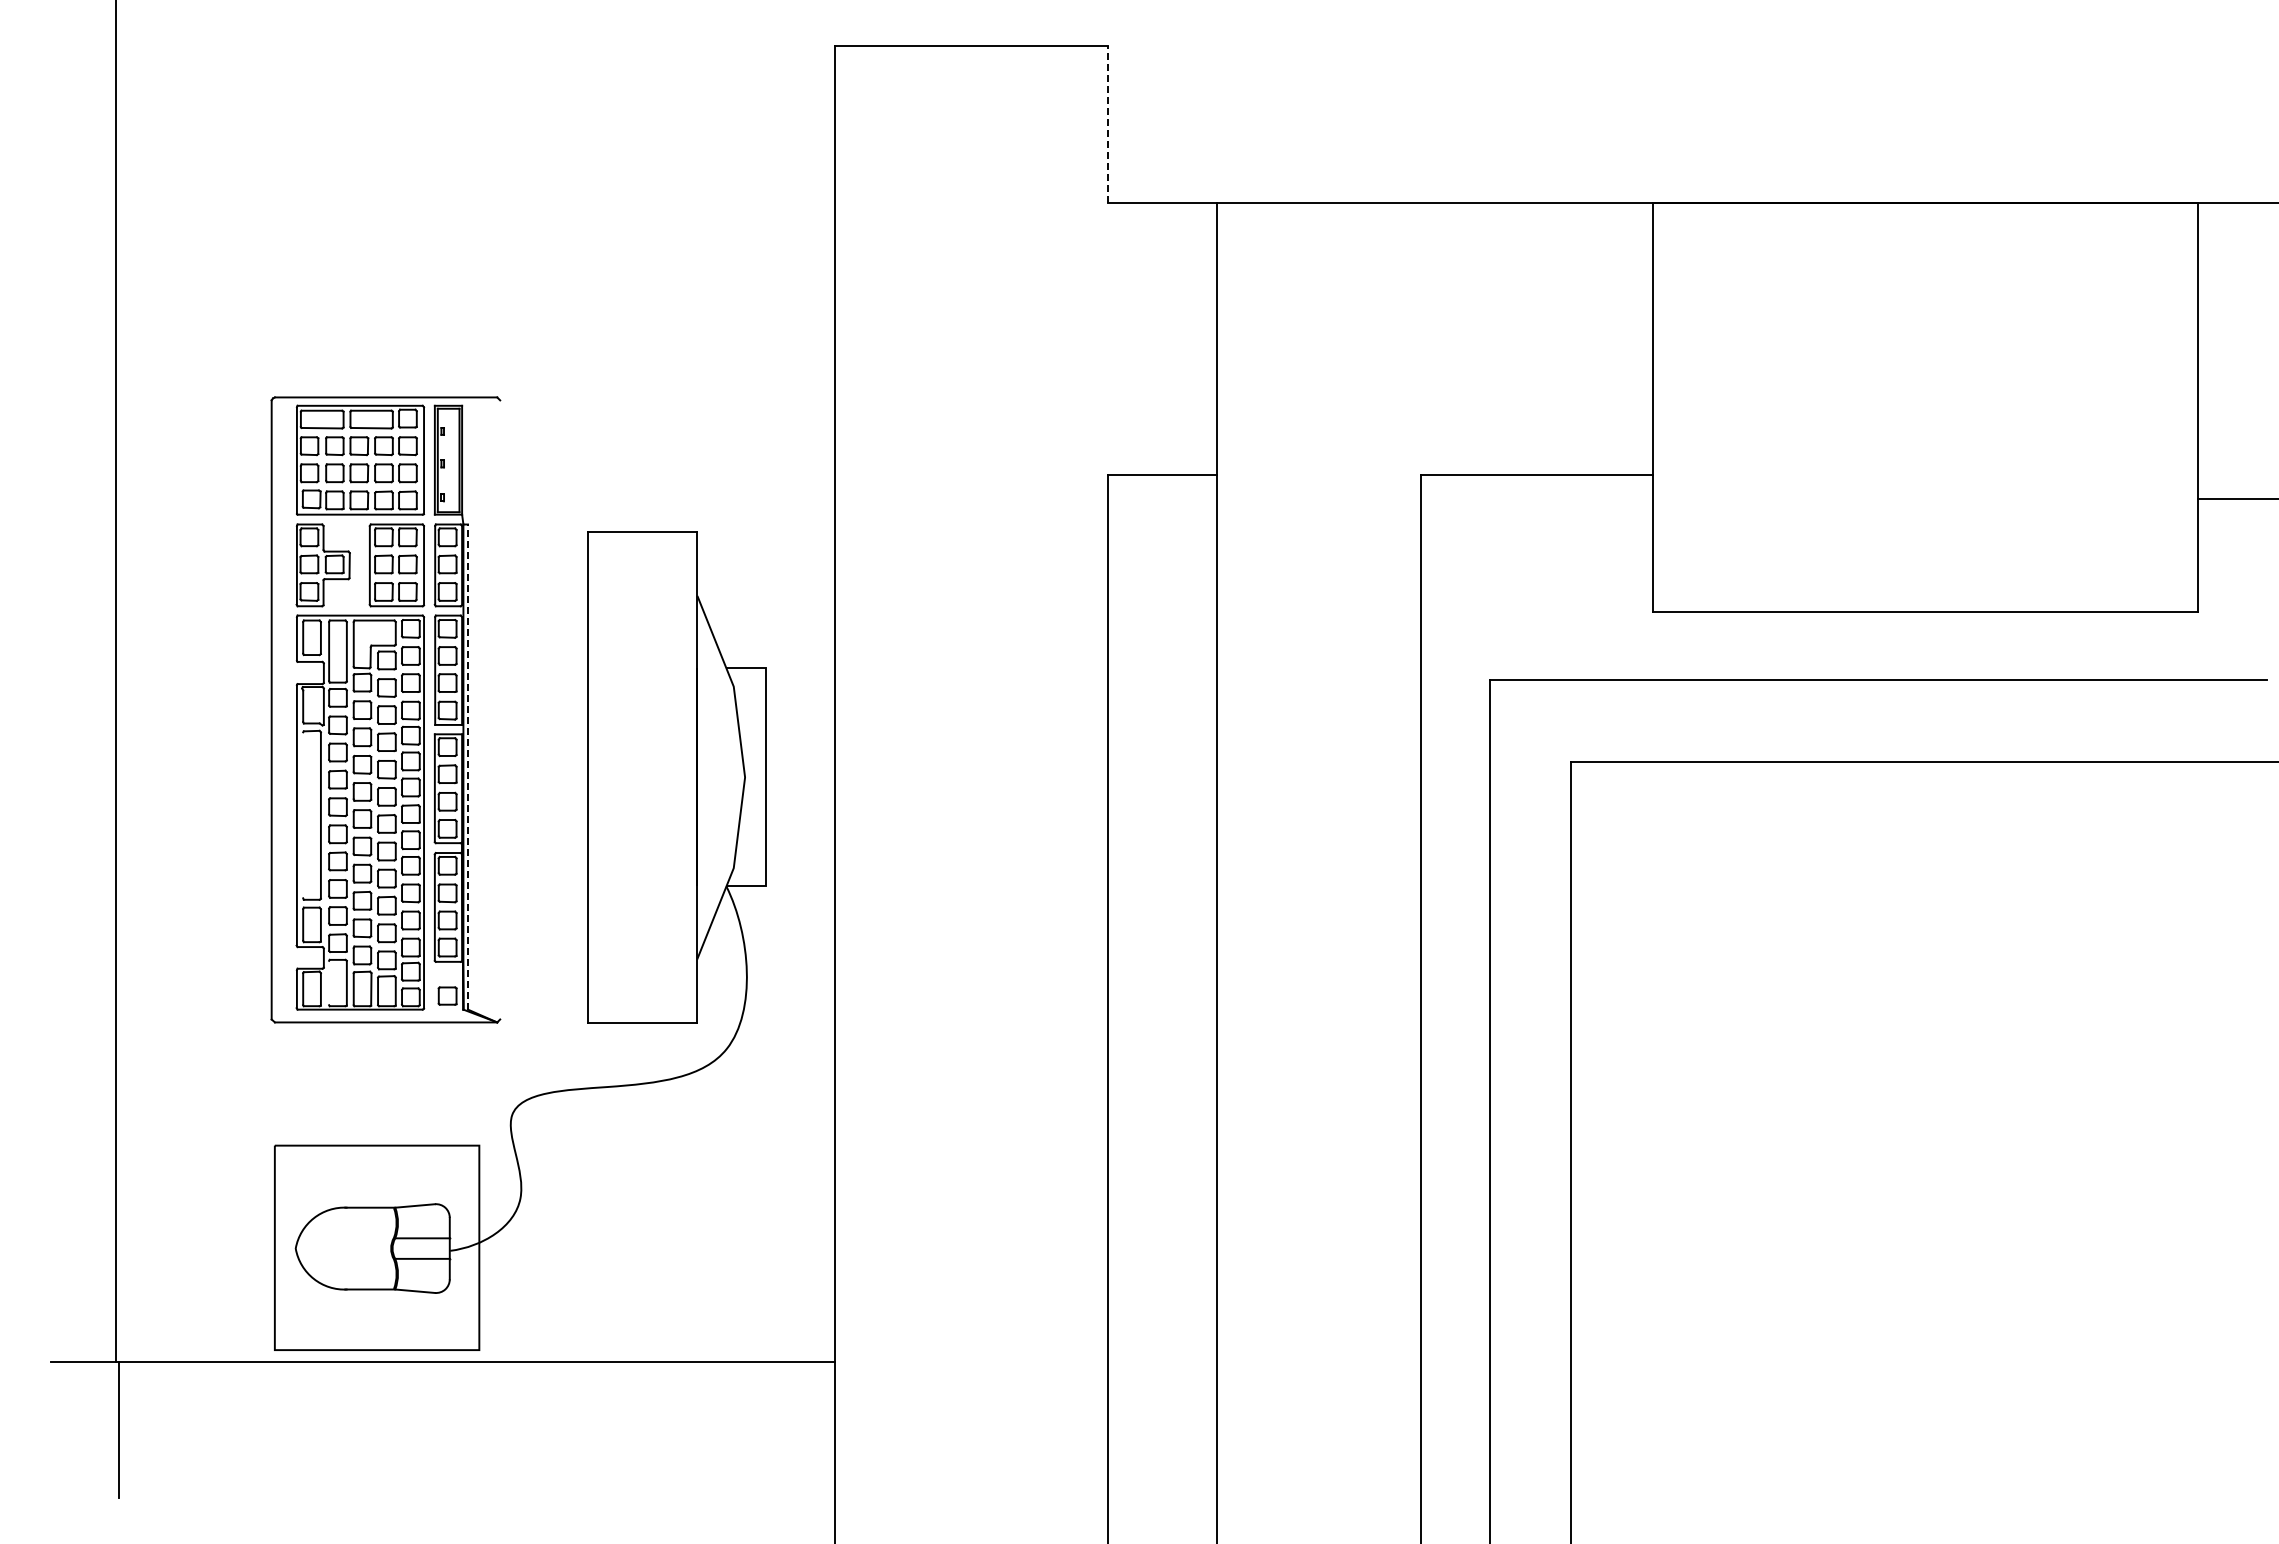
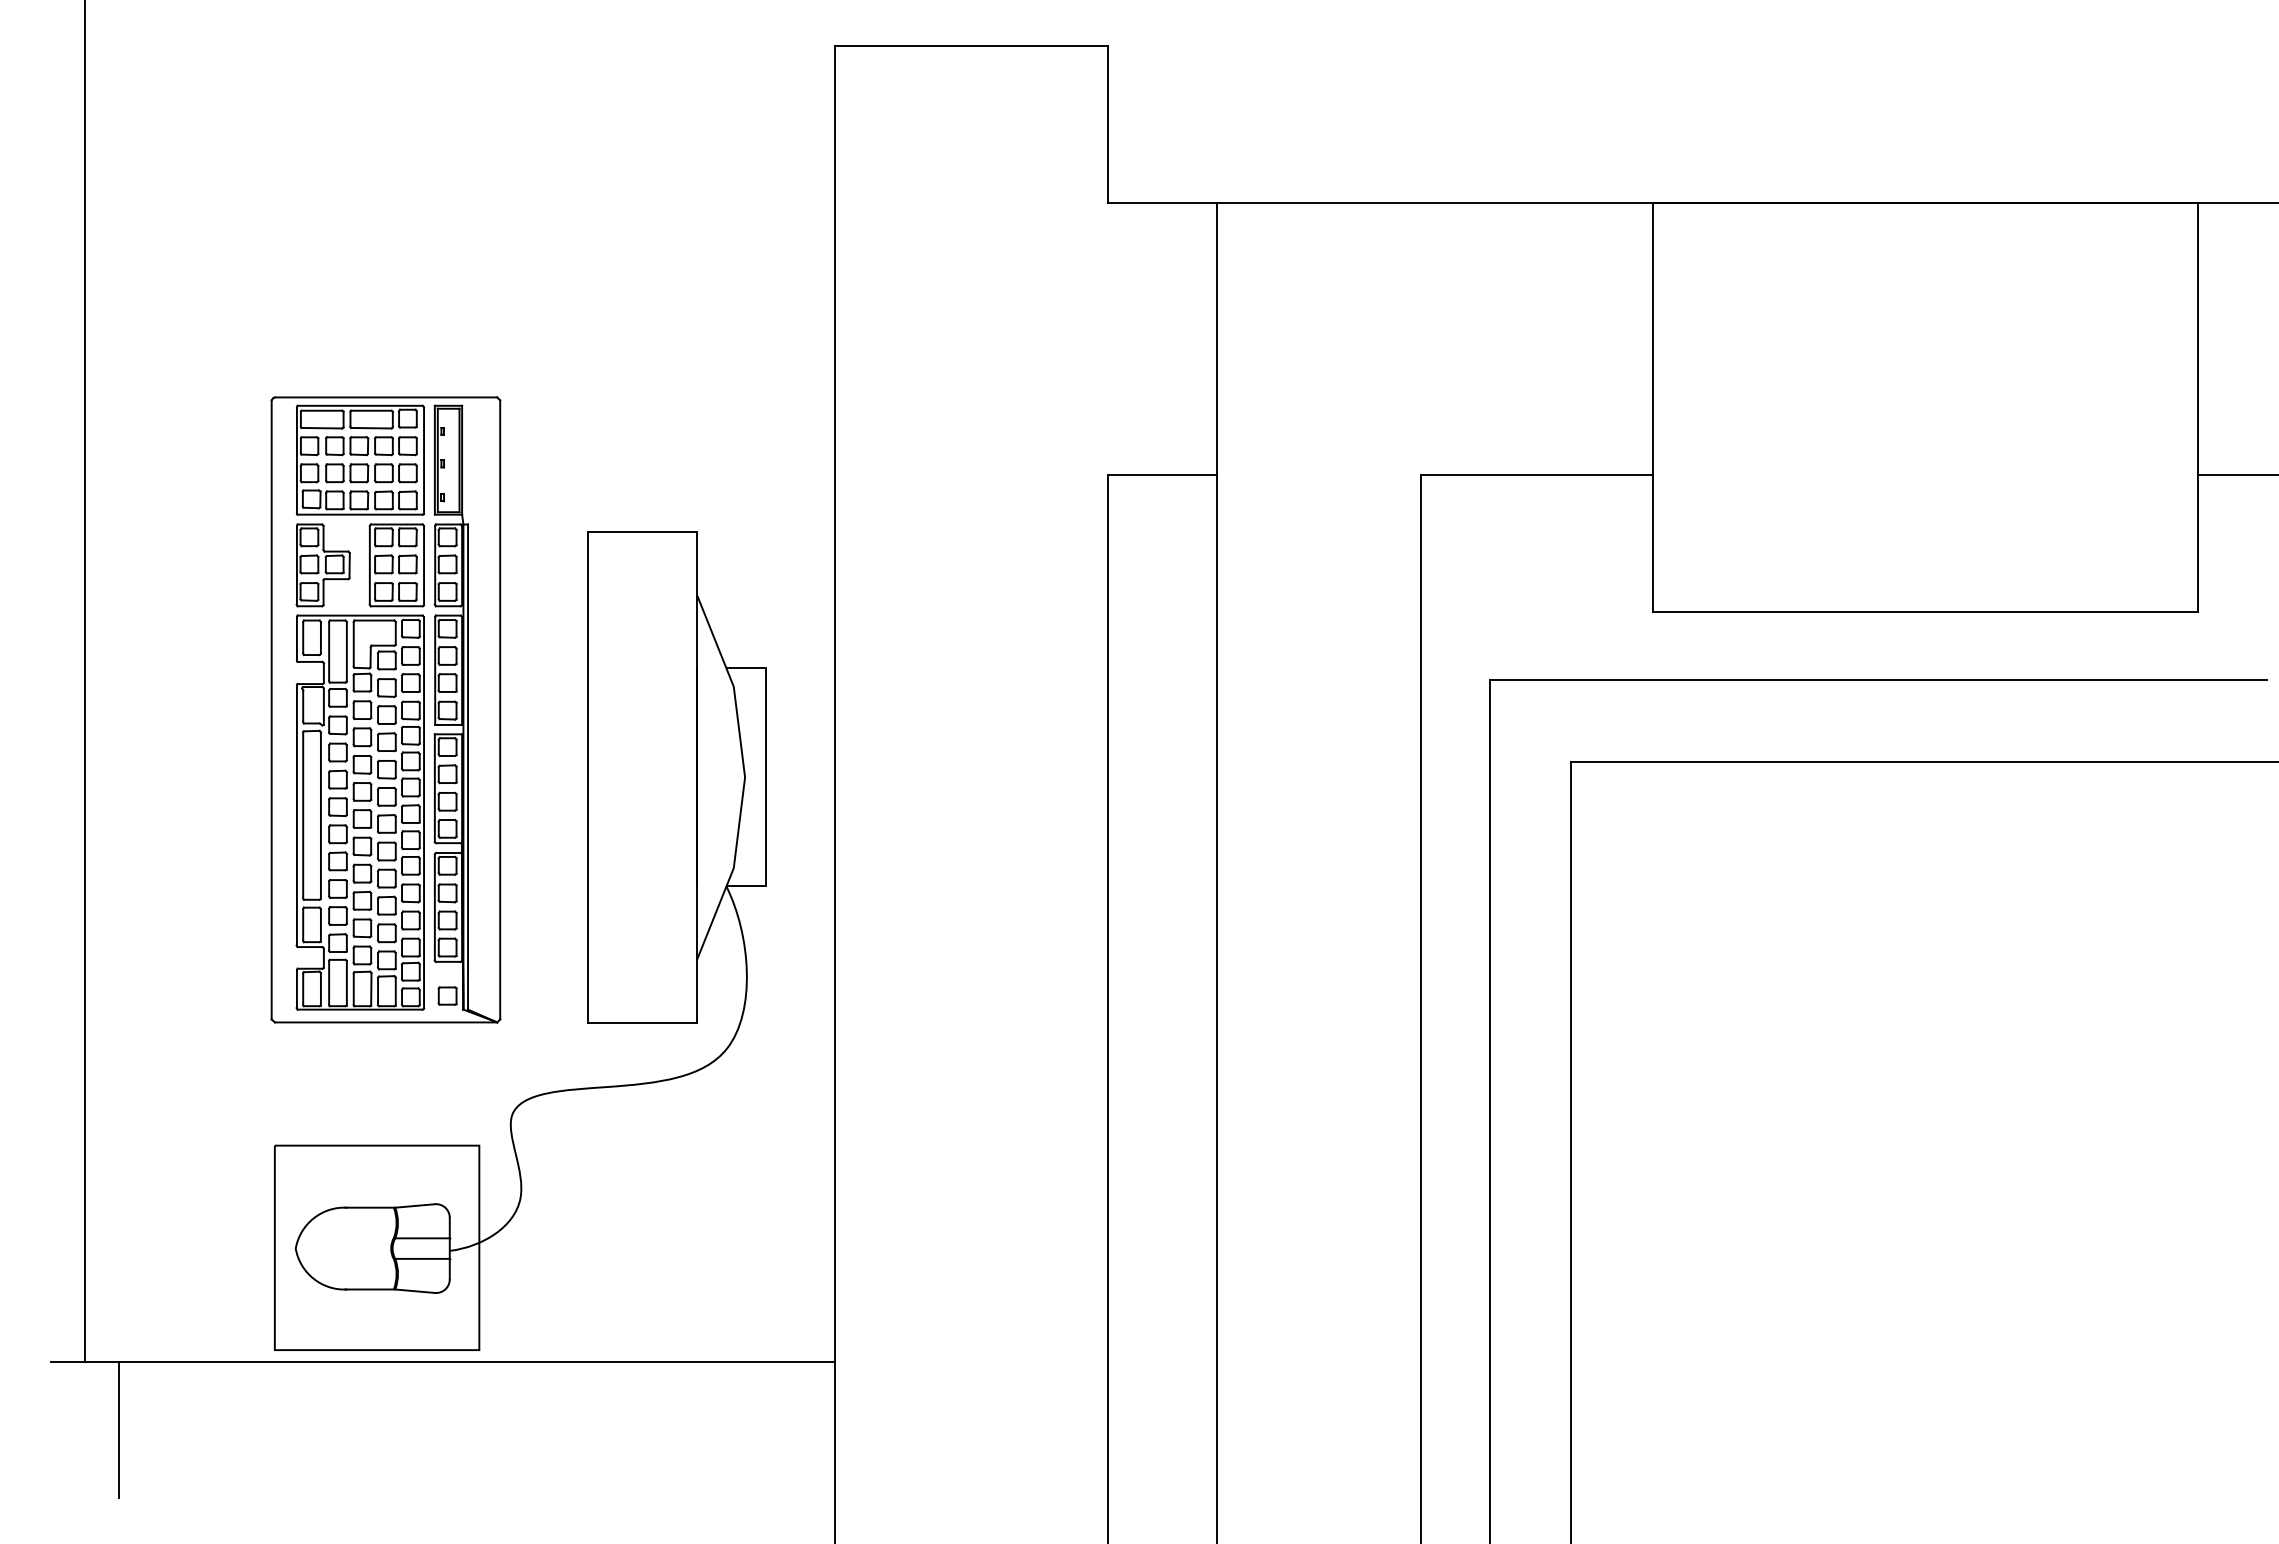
line at (1107, 123): dashed -> solid
line at (2236, 499) position: (2236, 499) -> (2236, 475)
line at (116, 681) position: (116, 681) -> (85, 681)
line at (500, 709): none -> present
line at (468, 767): dashed -> solid
line at (303, 815): none -> present
line at (329, 982): none -> present
